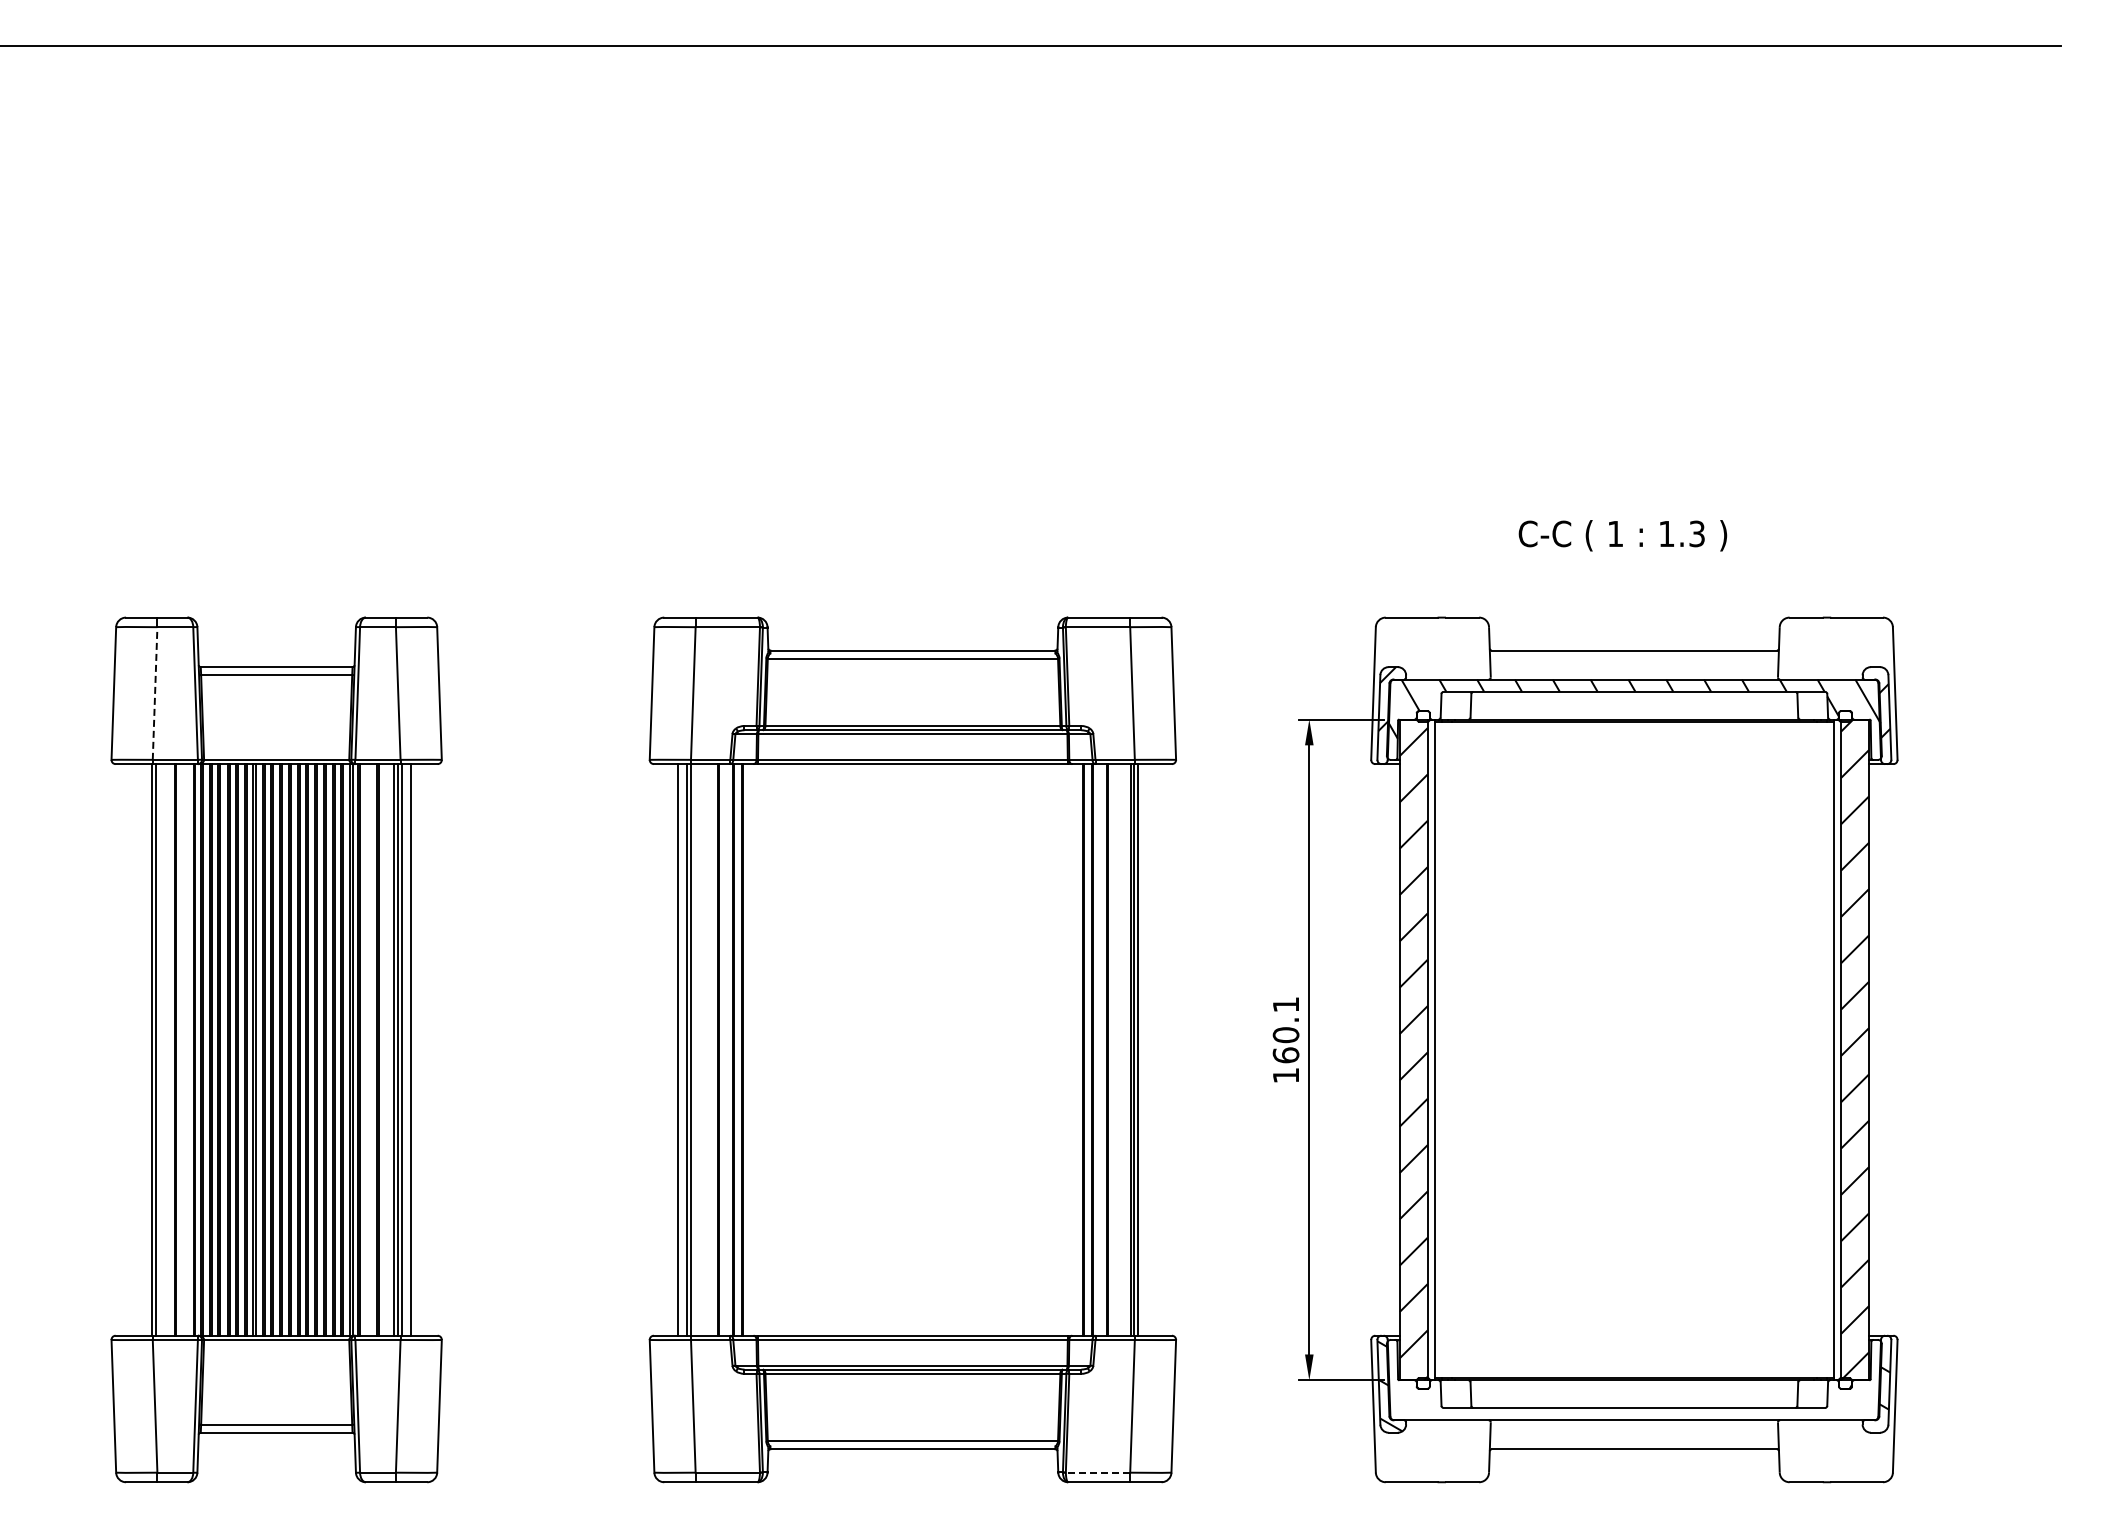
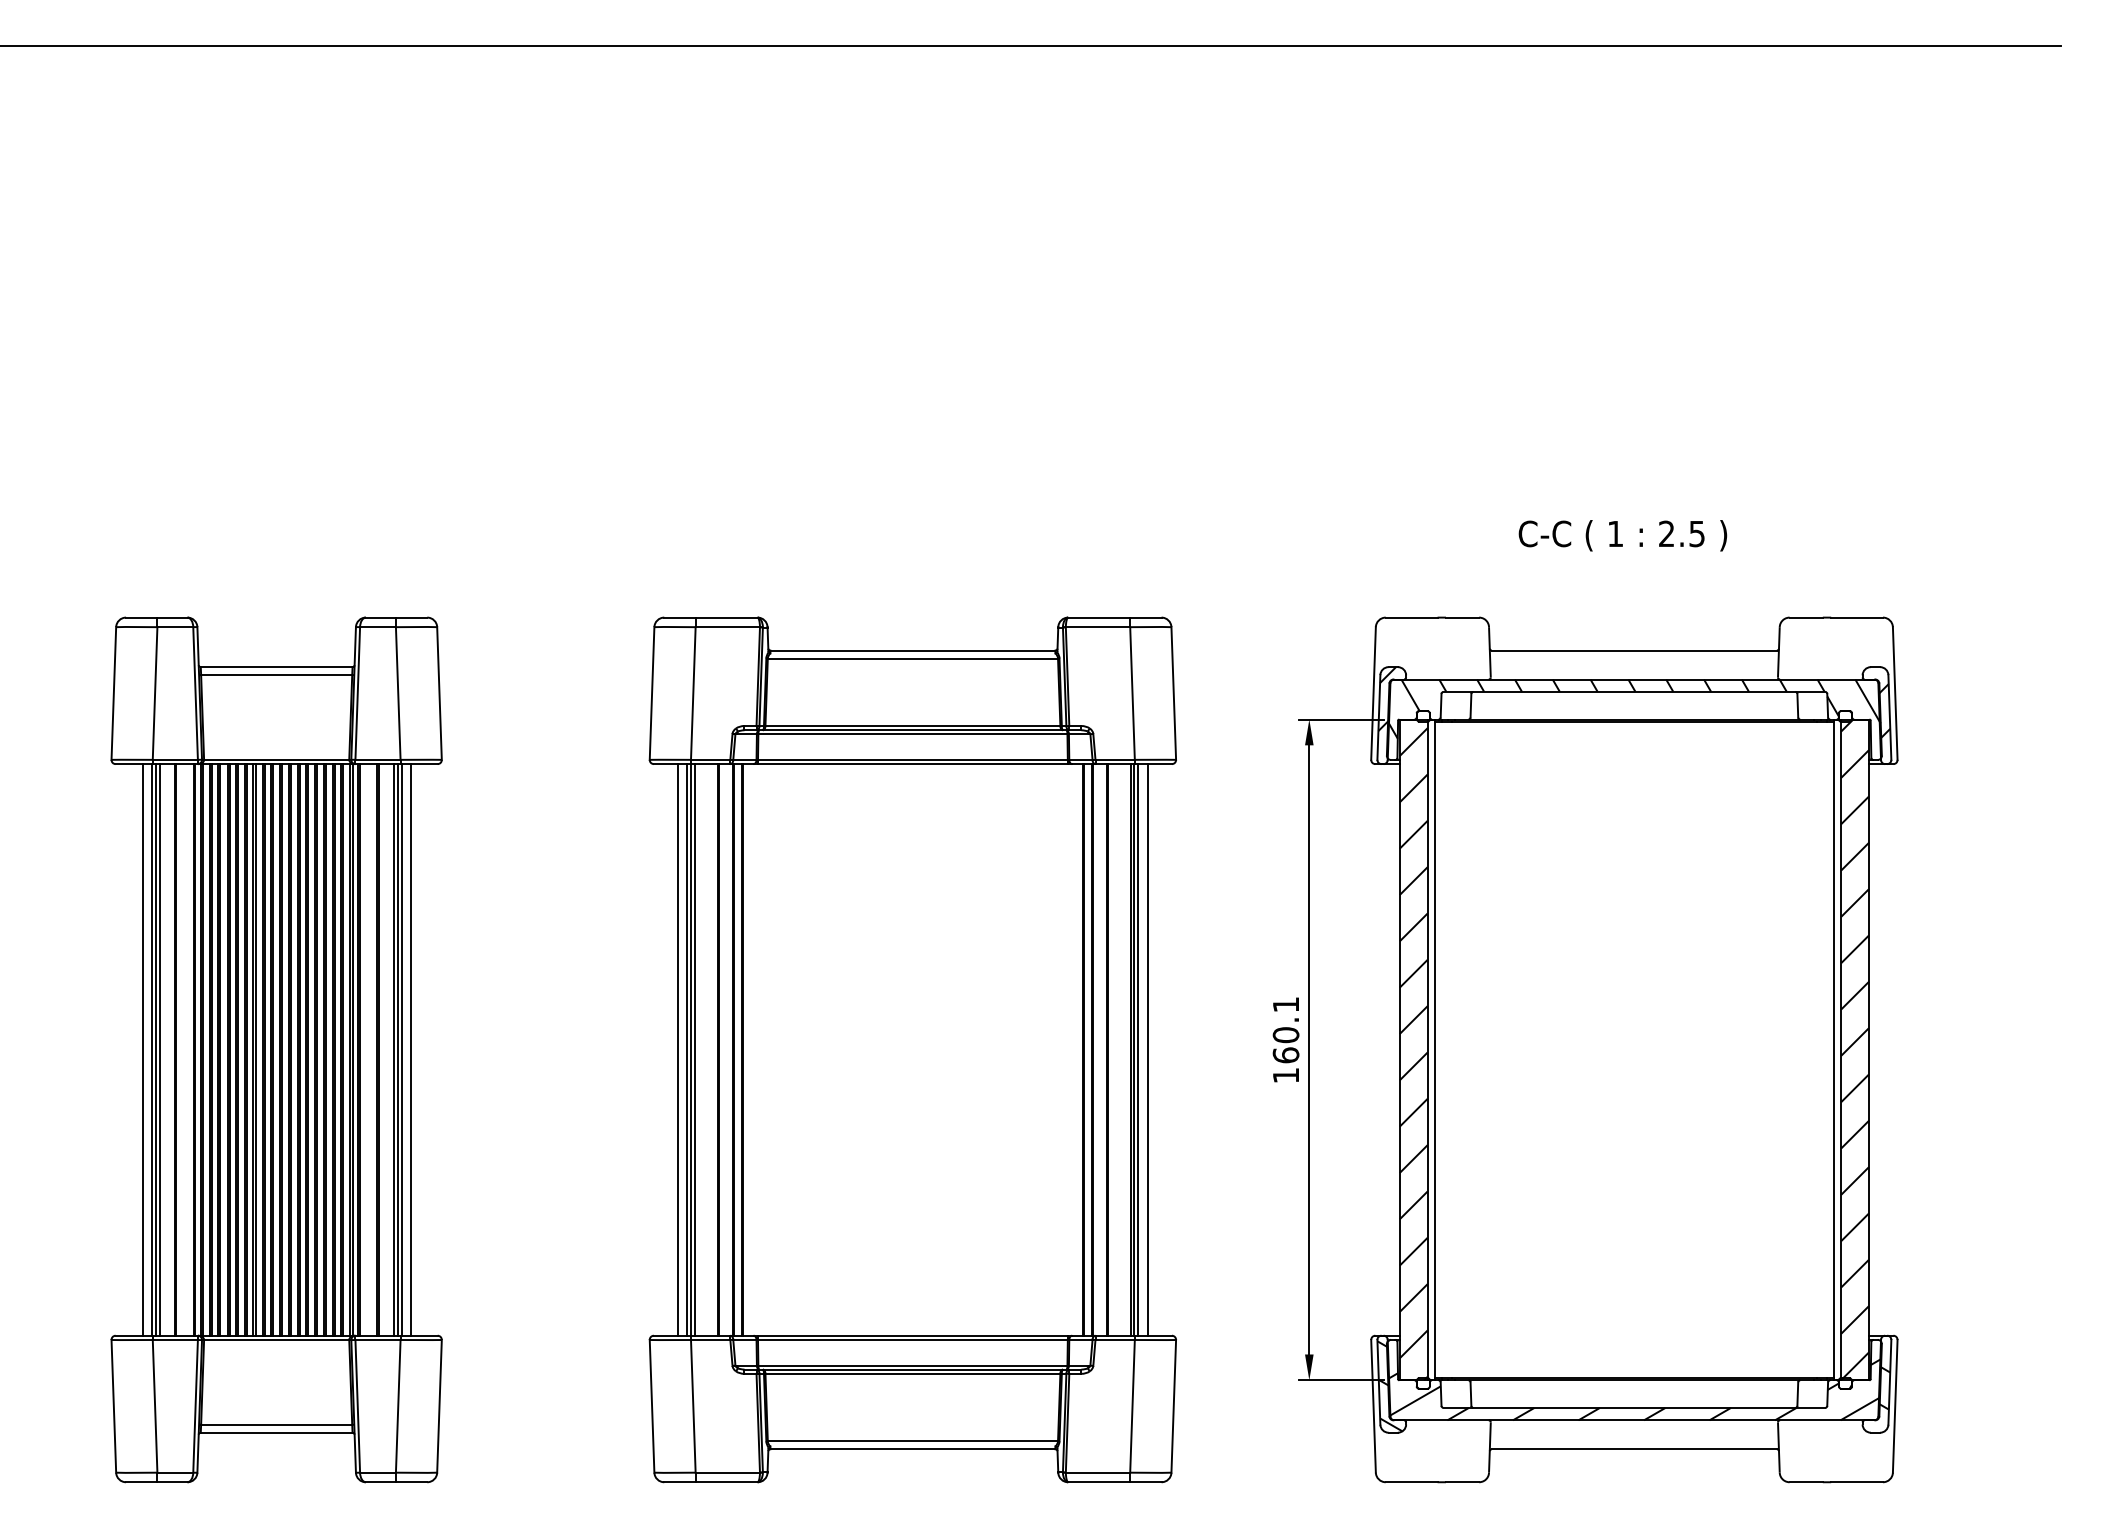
text at (1681, 533): 1.3 -> 2.5
line at (155, 693): dashed -> solid
line at (142, 1049): none -> present
line at (159, 1049): none -> present
line at (695, 1049): none -> present
line at (1147, 1049): none -> present
hatch at (1634, 1379): none -> present
line at (1097, 1472): dashed -> solid
